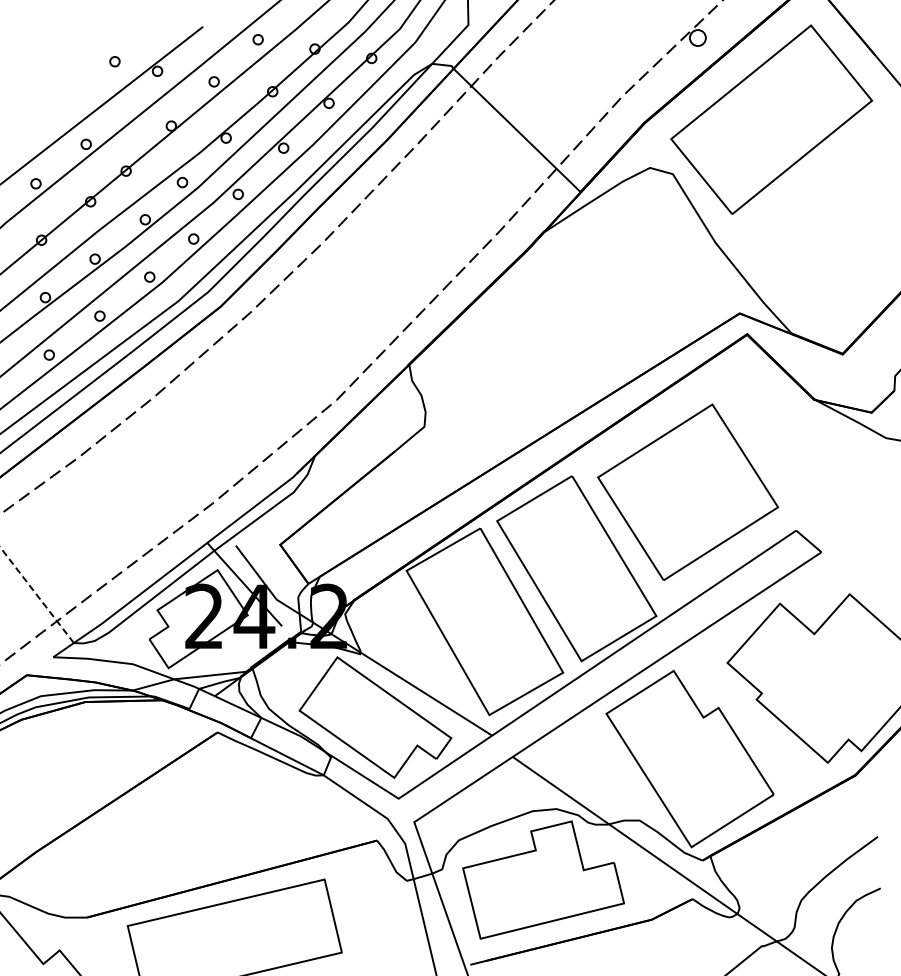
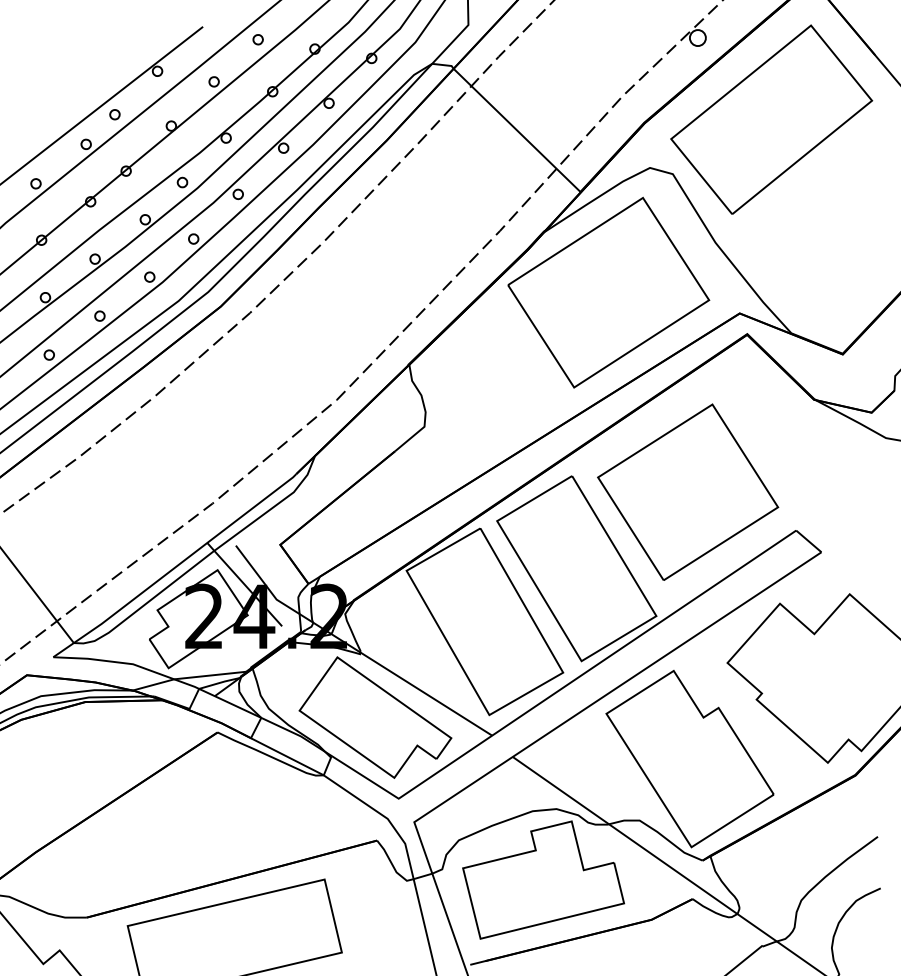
part at (114, 61) position: (114, 61) -> (114, 114)
part at (608, 292): none -> present
line at (36, 594): dashed -> solid
